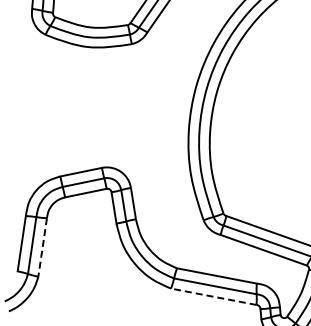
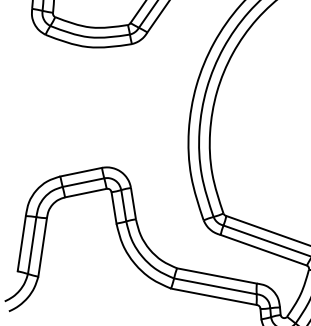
line at (42, 247): dashed -> solid
line at (213, 296): dashed -> solid
